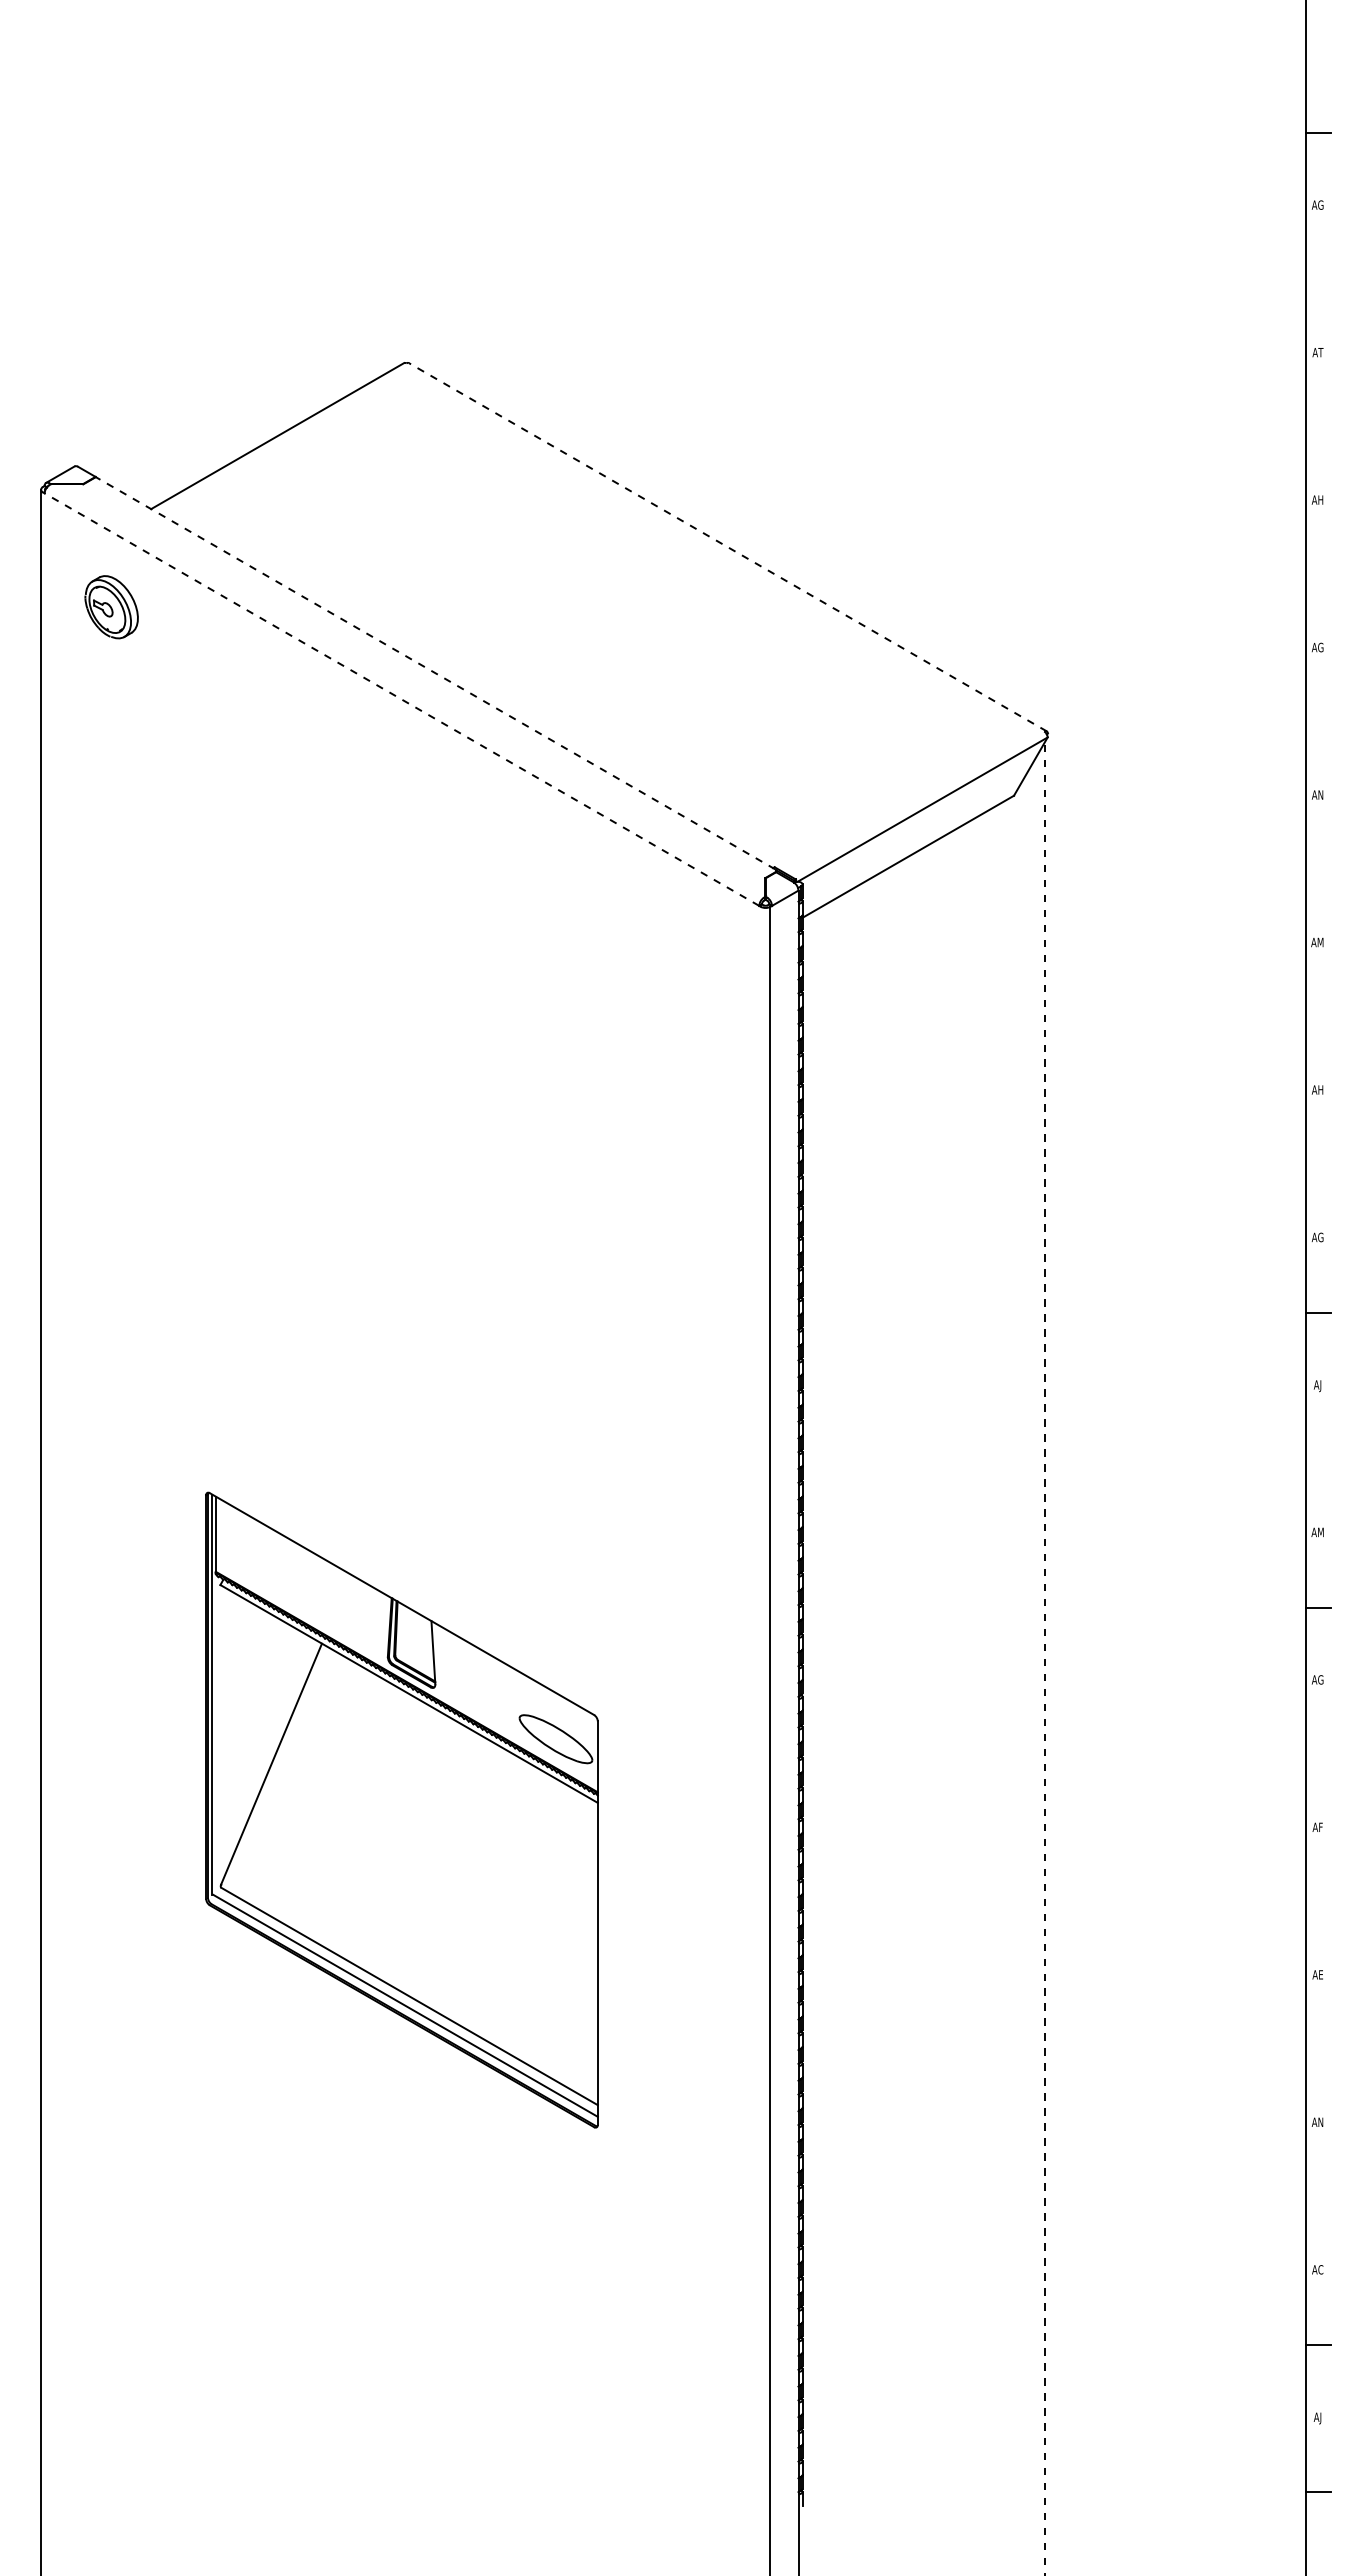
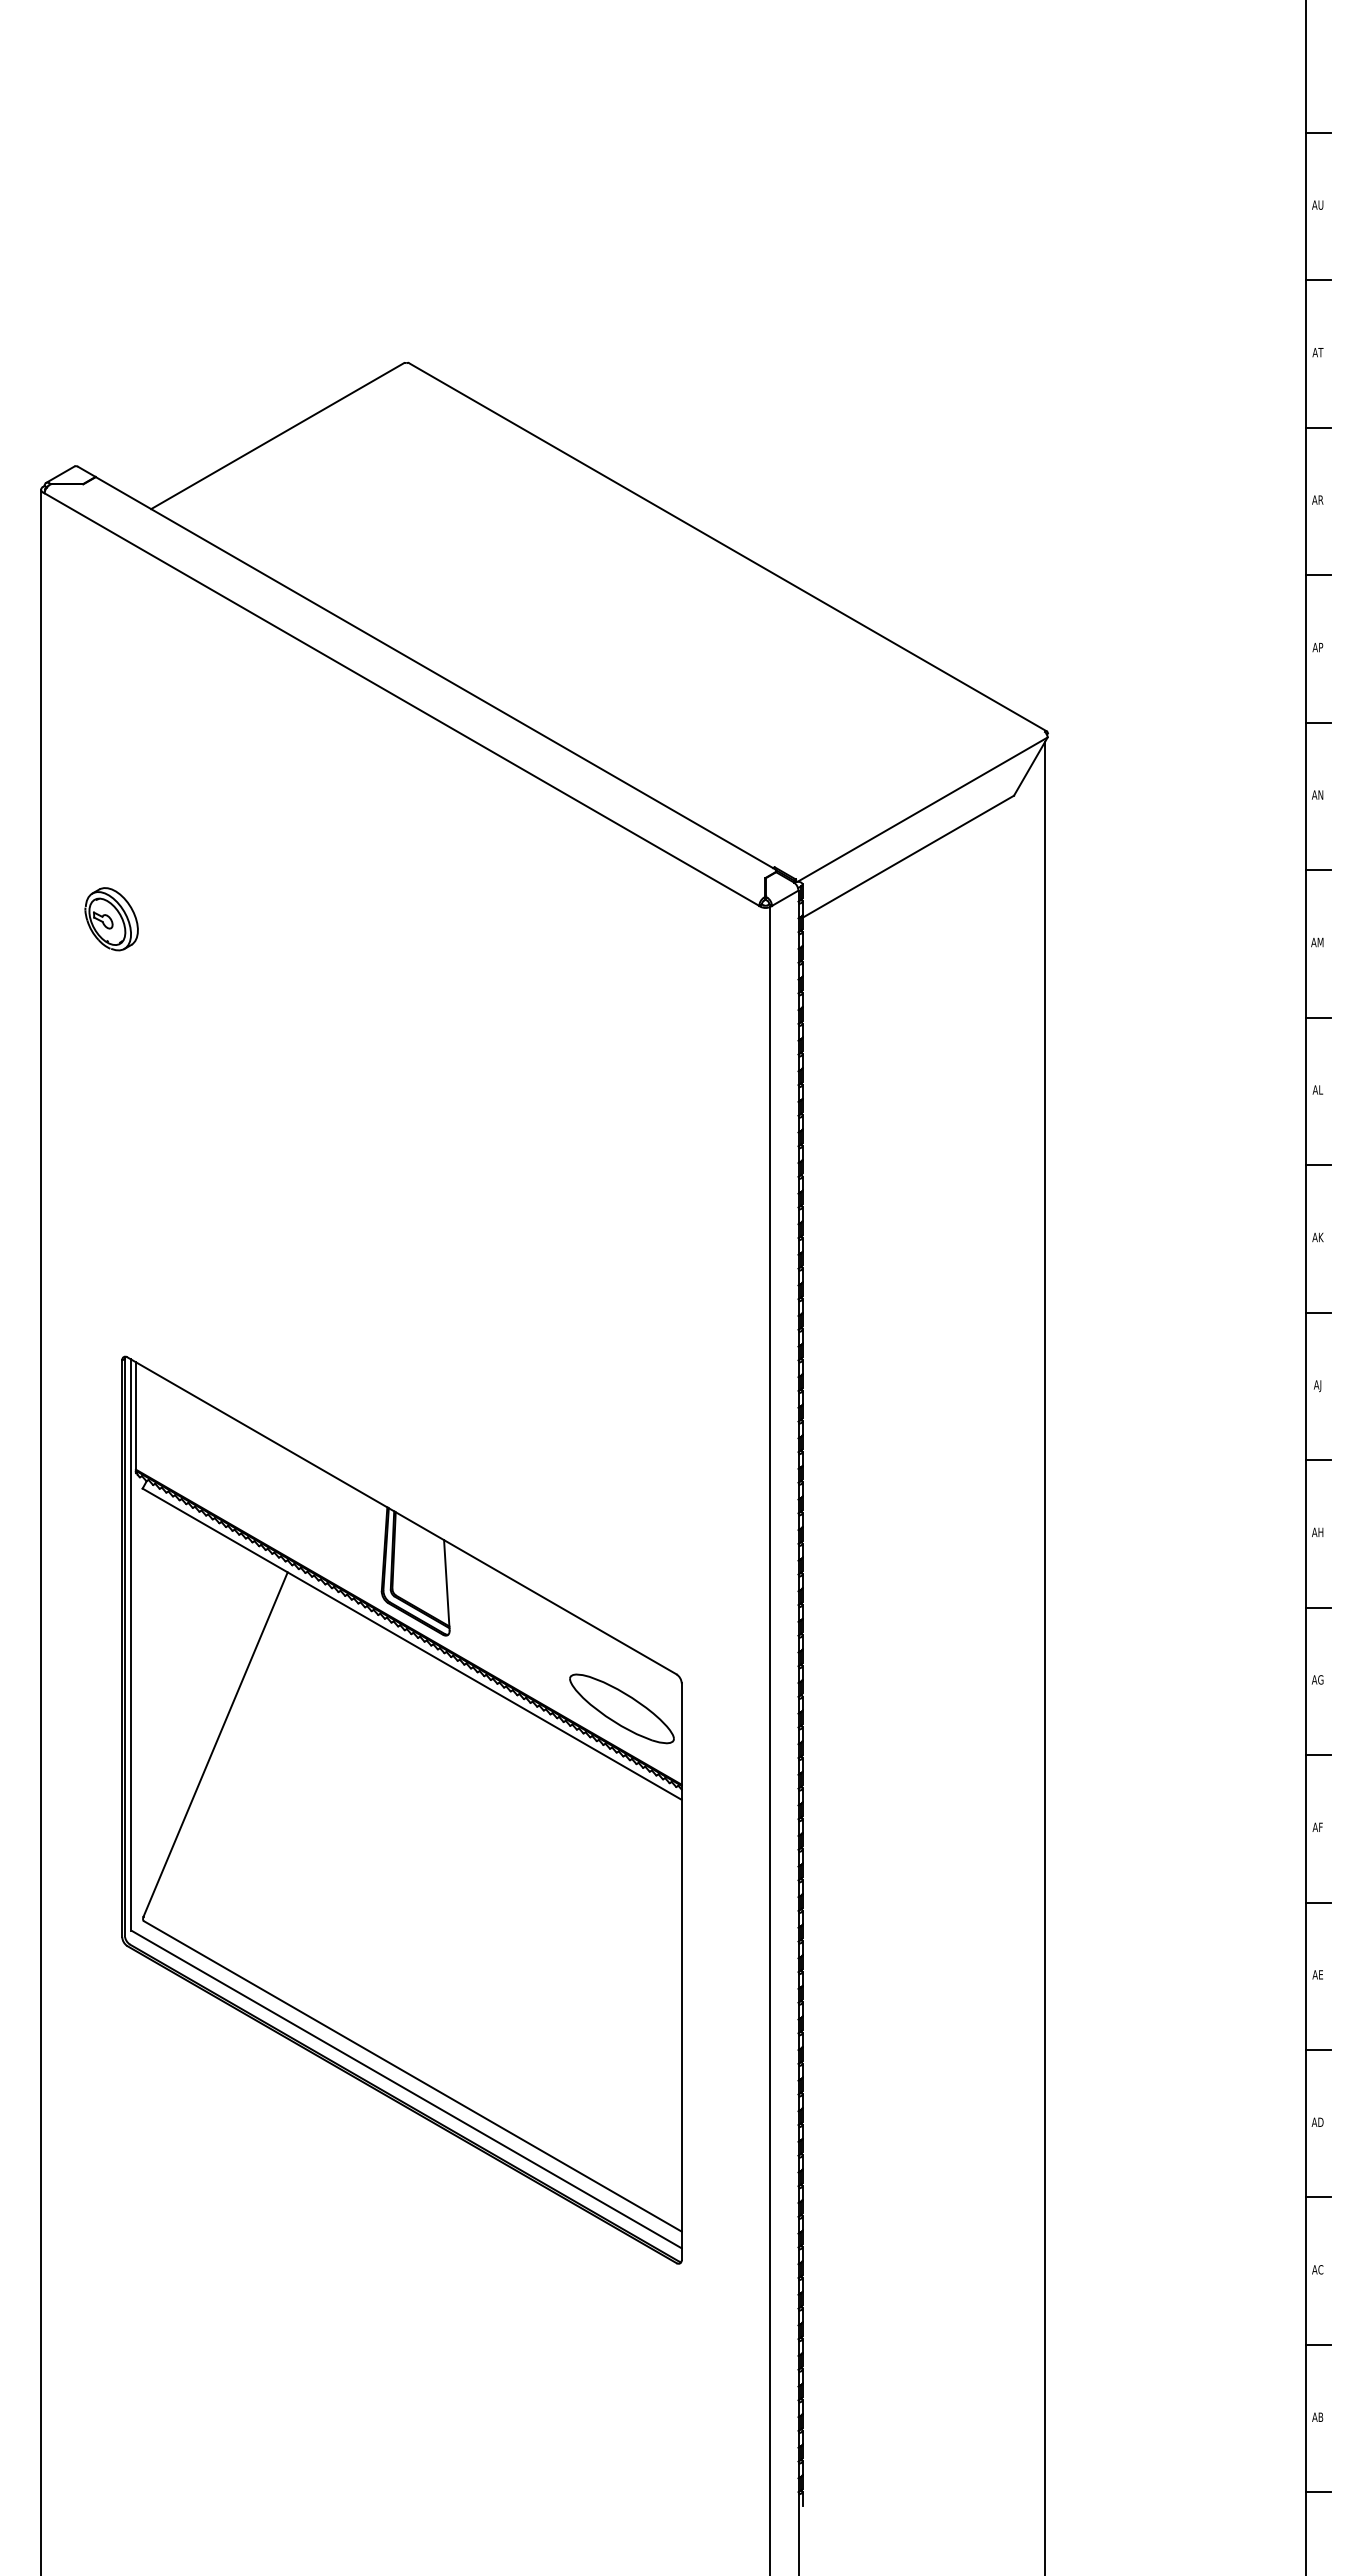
text at (1317, 204): AG -> AU
line at (1317, 280): none -> present
line at (1317, 427): none -> present
text at (1317, 499): AH -> AR
line at (727, 546): dashed -> solid
line at (1317, 575): none -> present
part at (111, 607) position: (111, 607) -> (111, 919)
text at (1317, 647): AG -> AP
line at (435, 672): dashed -> solid
line at (401, 699): dashed -> solid
line at (1317, 722): none -> present
line at (1317, 870): none -> present
line at (1317, 1017): none -> present
text at (1317, 1089): AH -> AL
line at (1317, 1165): none -> present
text at (1317, 1237): AG -> AK
line at (1317, 1460): none -> present
text at (1317, 1531): AM -> AH
line at (1044, 1658): dashed -> solid
line at (1317, 1755): none -> present
part at (401, 1809) size: 394x638 px -> 562x910 px
line at (1317, 1902): none -> present
line at (1317, 2050): none -> present
text at (1319, 2121): AN -> AD
line at (1317, 2197): none -> present
text at (1317, 2418): AJ -> AB
